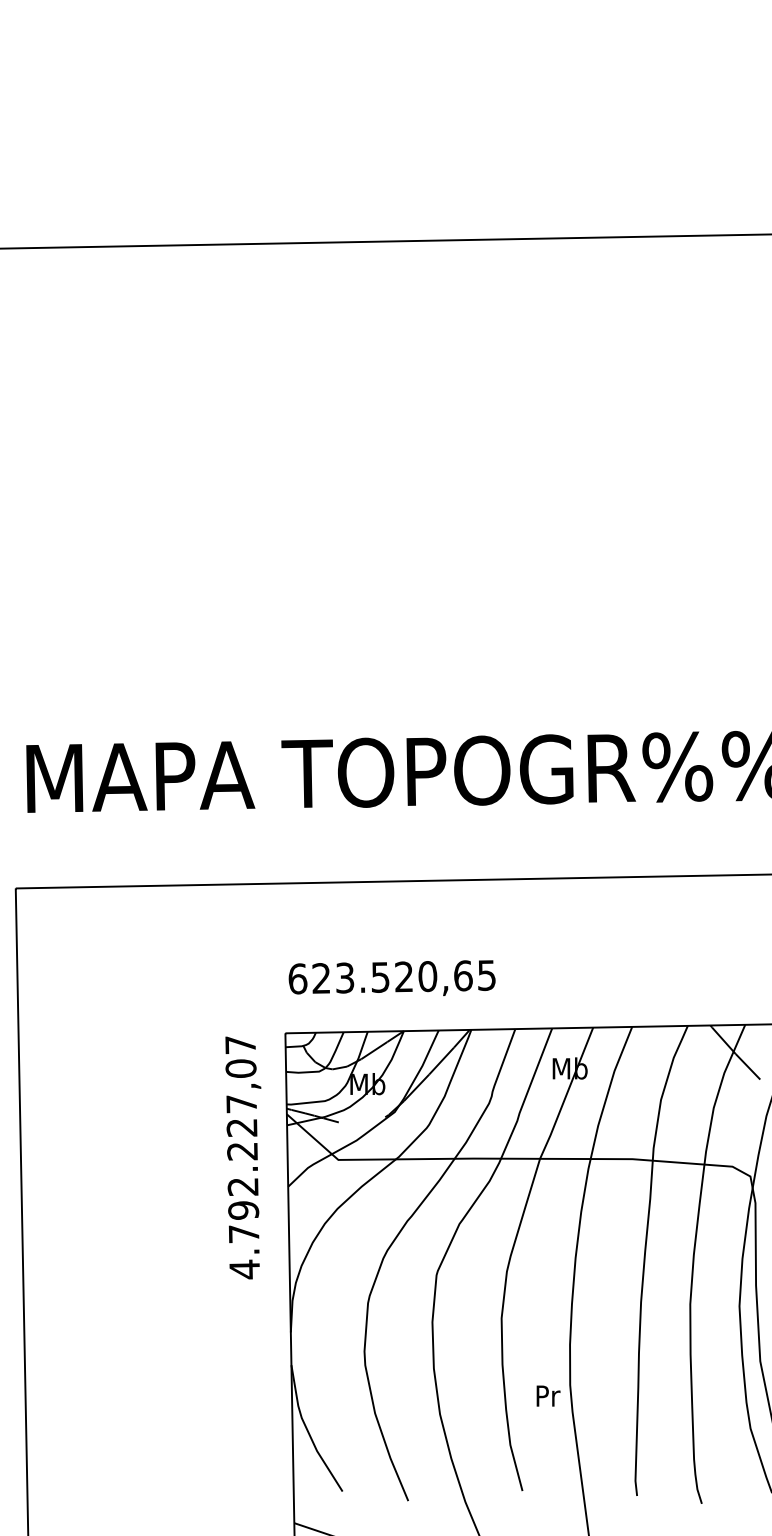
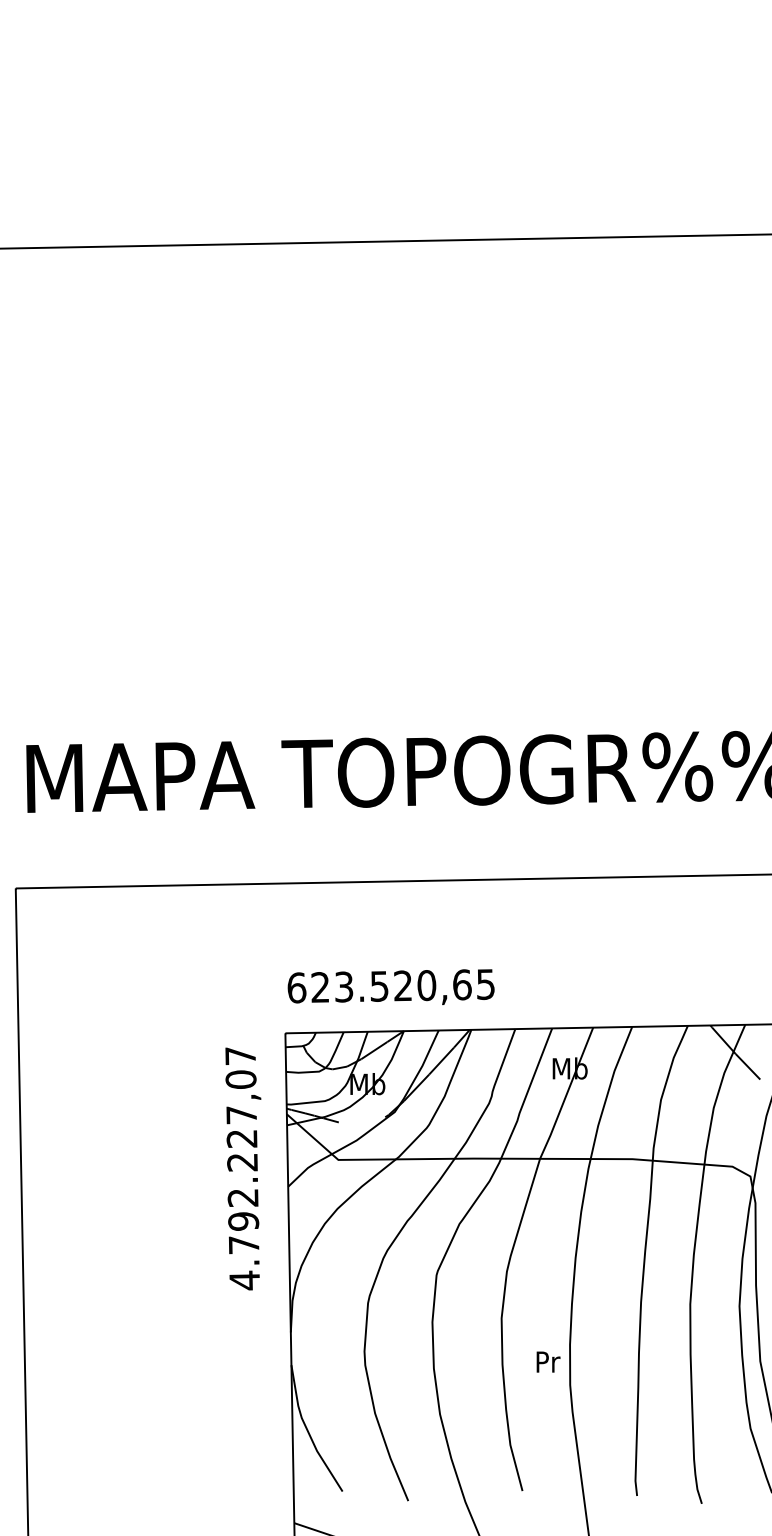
text at (391, 977) position: (391, 977) -> (390, 986)
text at (243, 1157) position: (243, 1157) -> (243, 1168)
text at (548, 1395) position: (548, 1395) -> (548, 1361)
